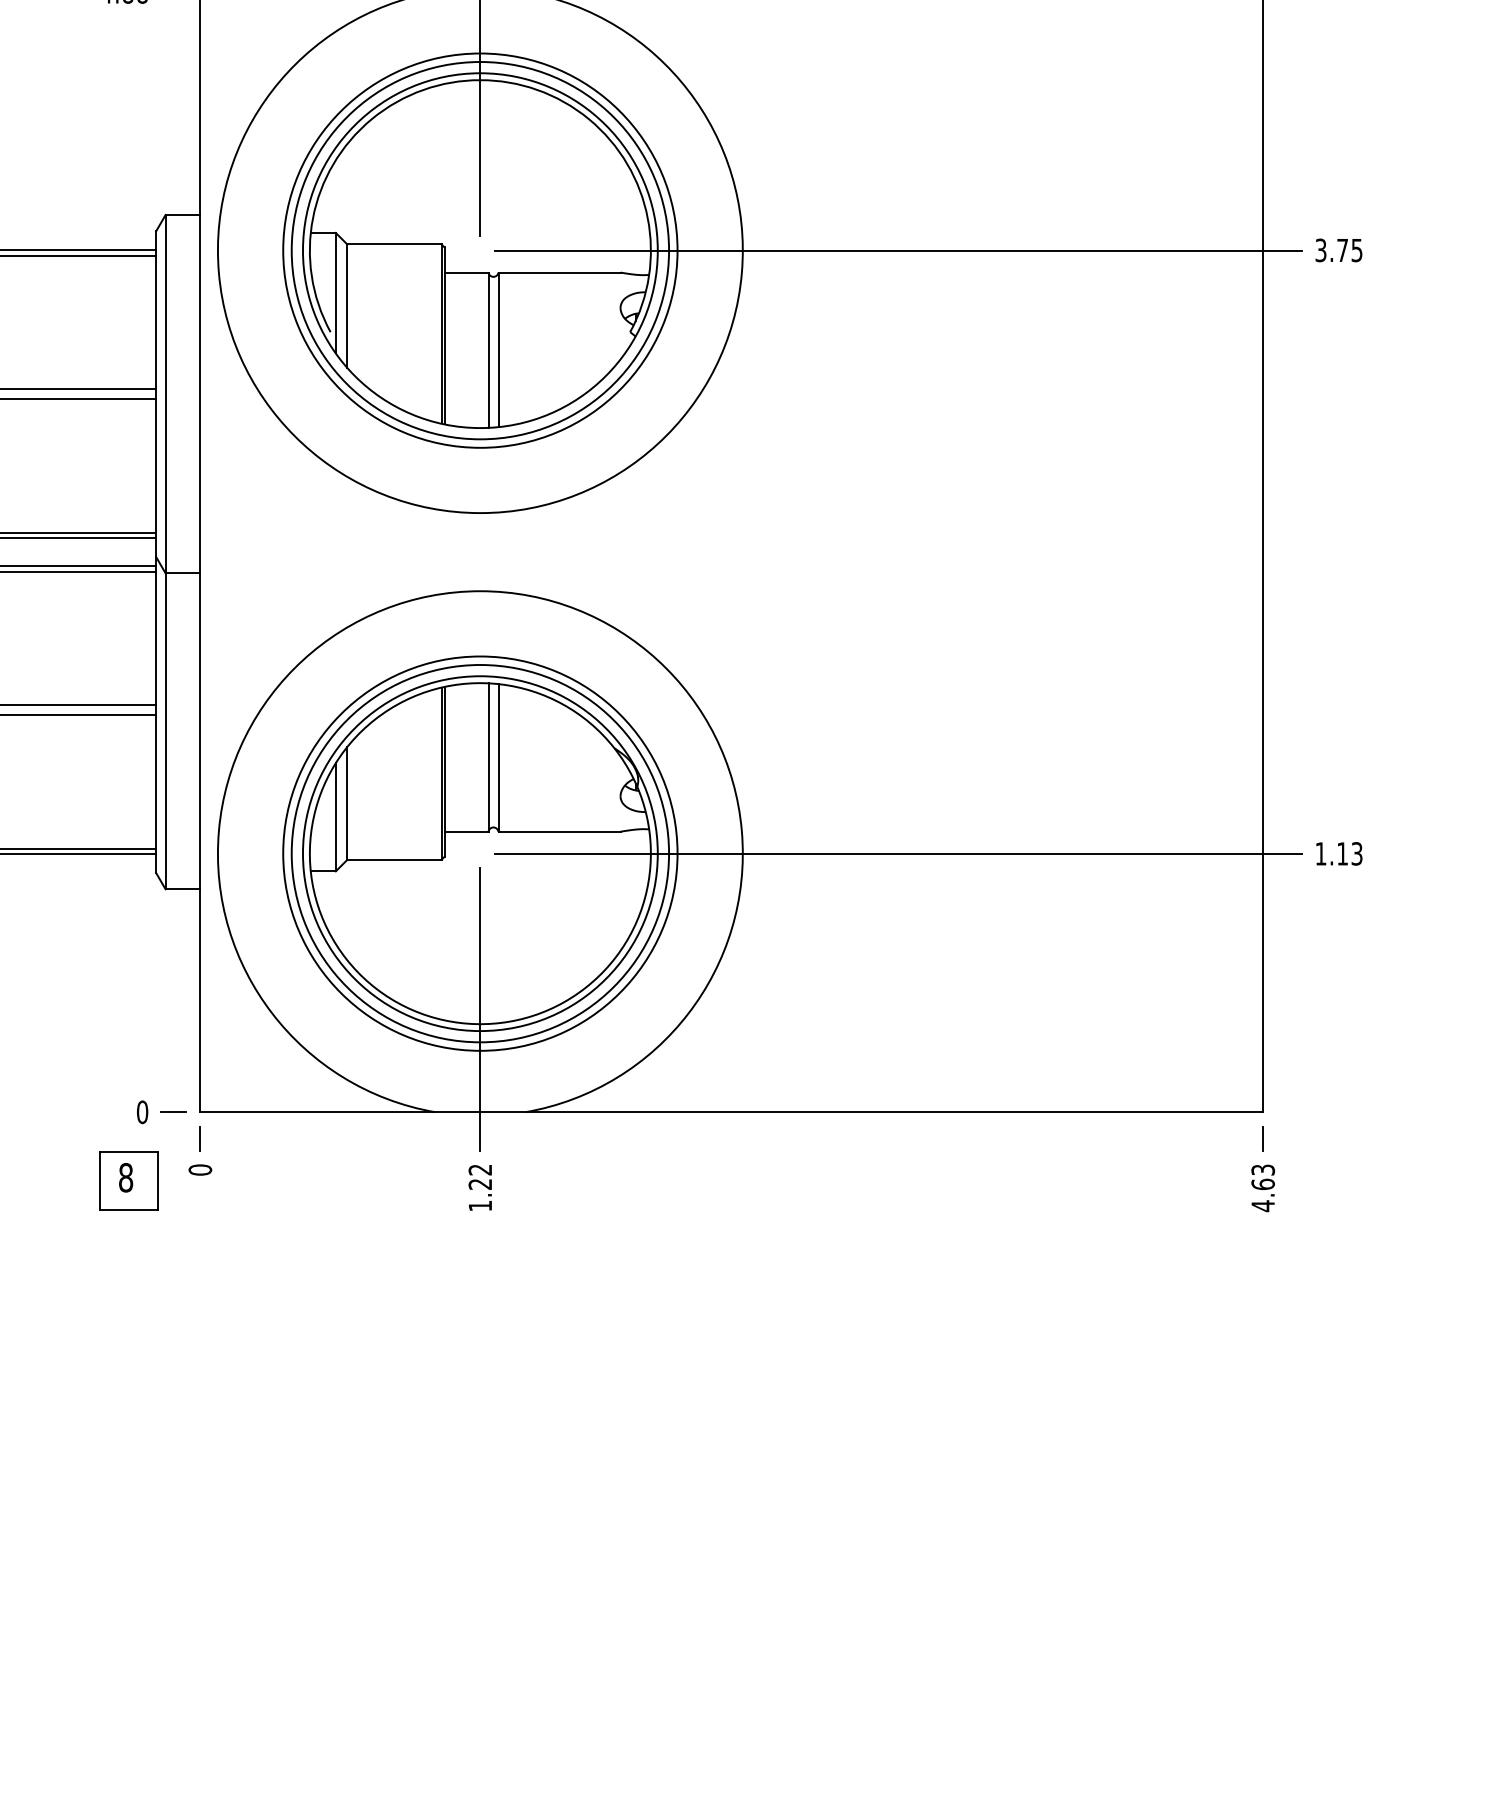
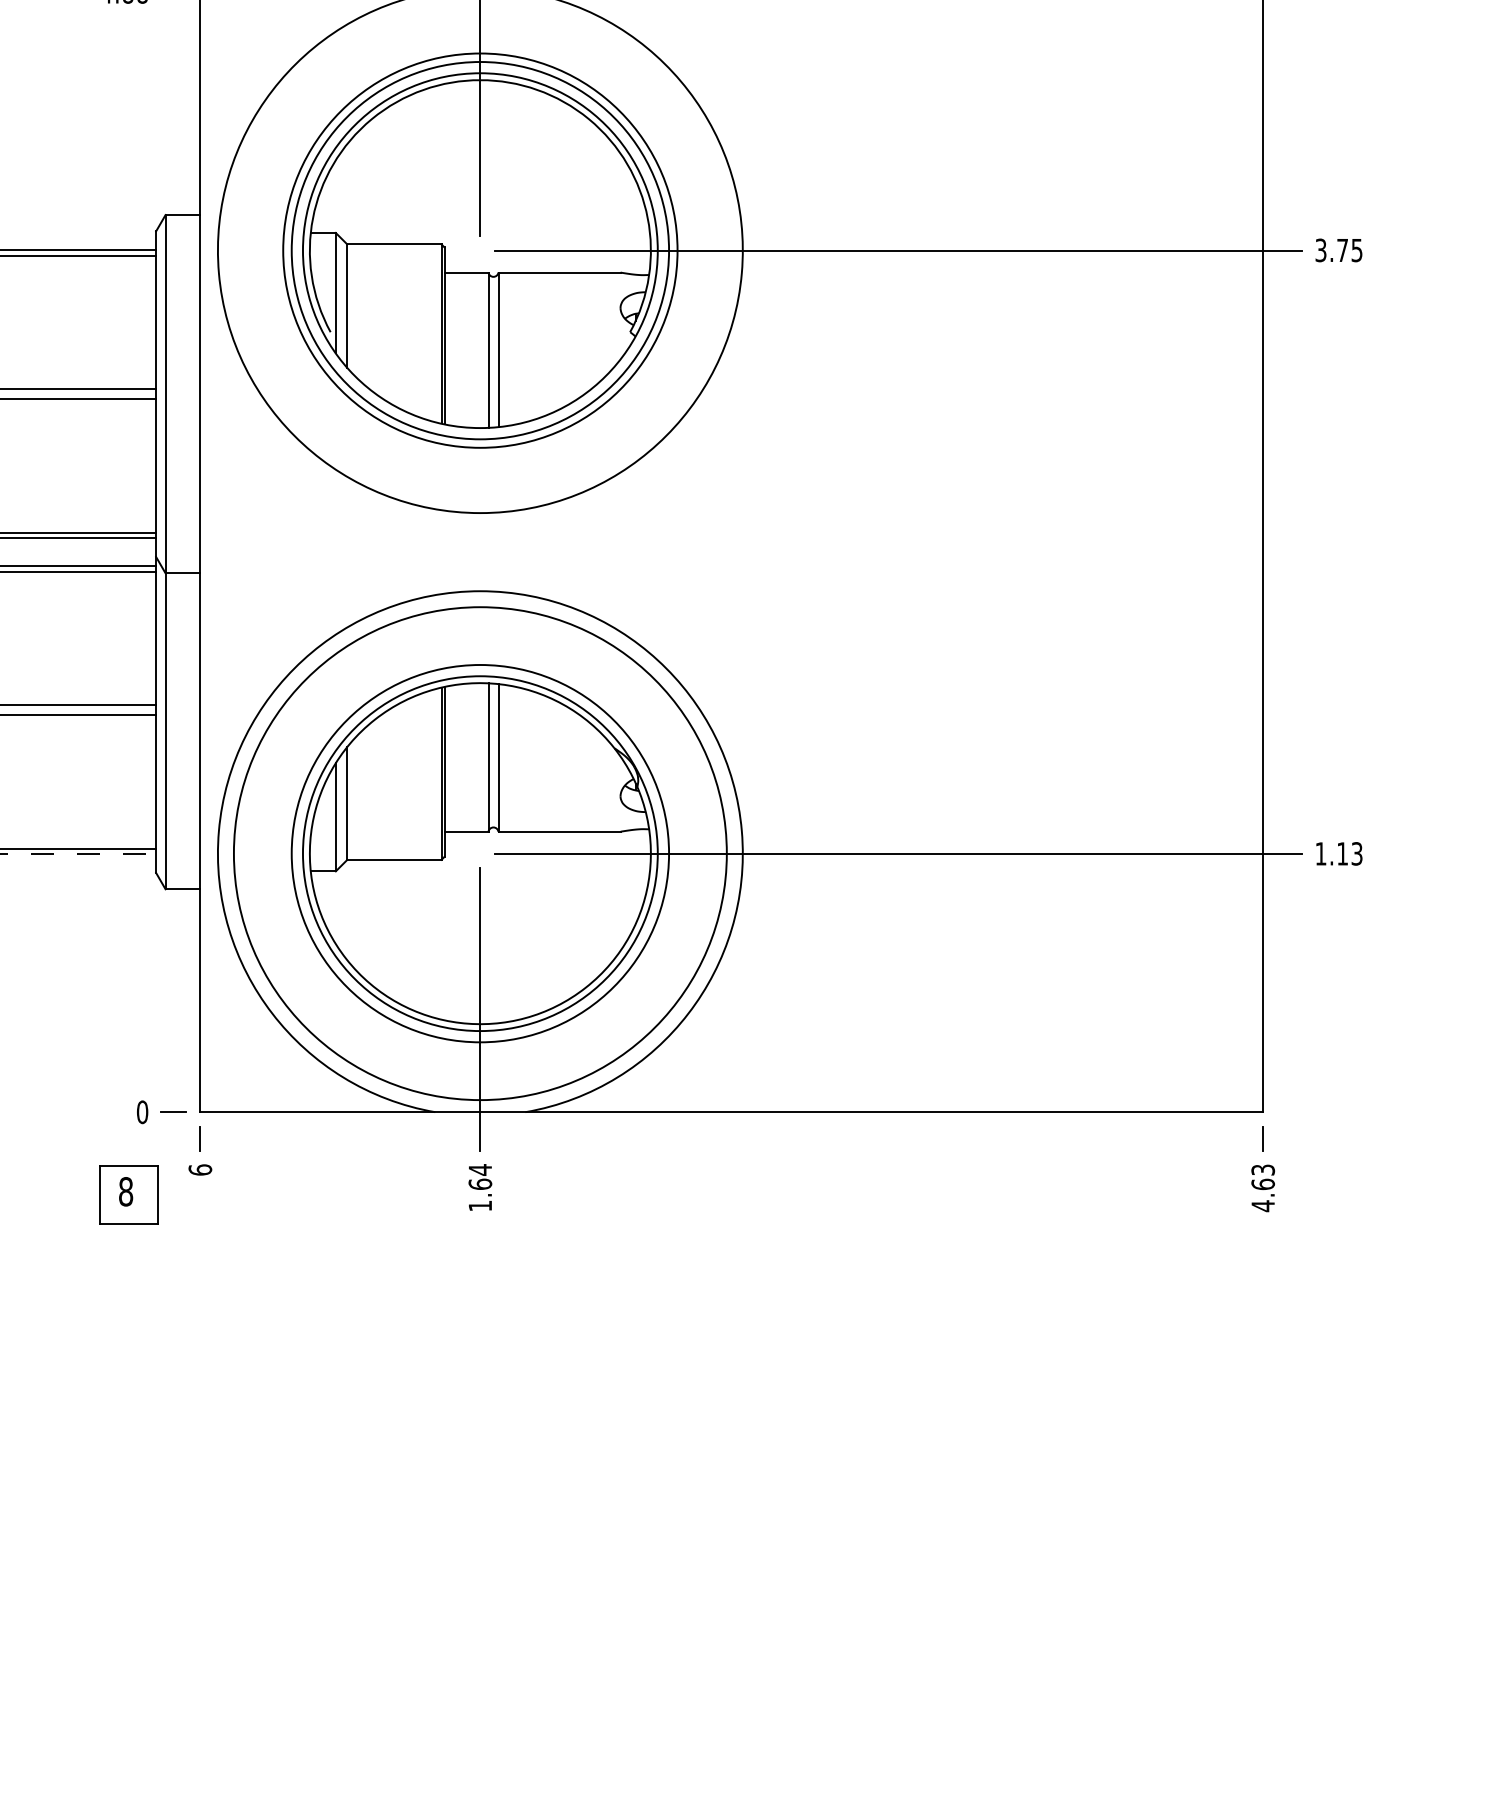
line at (78, 853): solid -> dashed
circle at (480, 853) diameter: 394 px -> 493 px
text at (199, 1169): 0 -> 6
text at (480, 1176): 1.22 -> 1.64
part at (128, 1180) position: (128, 1180) -> (128, 1194)
